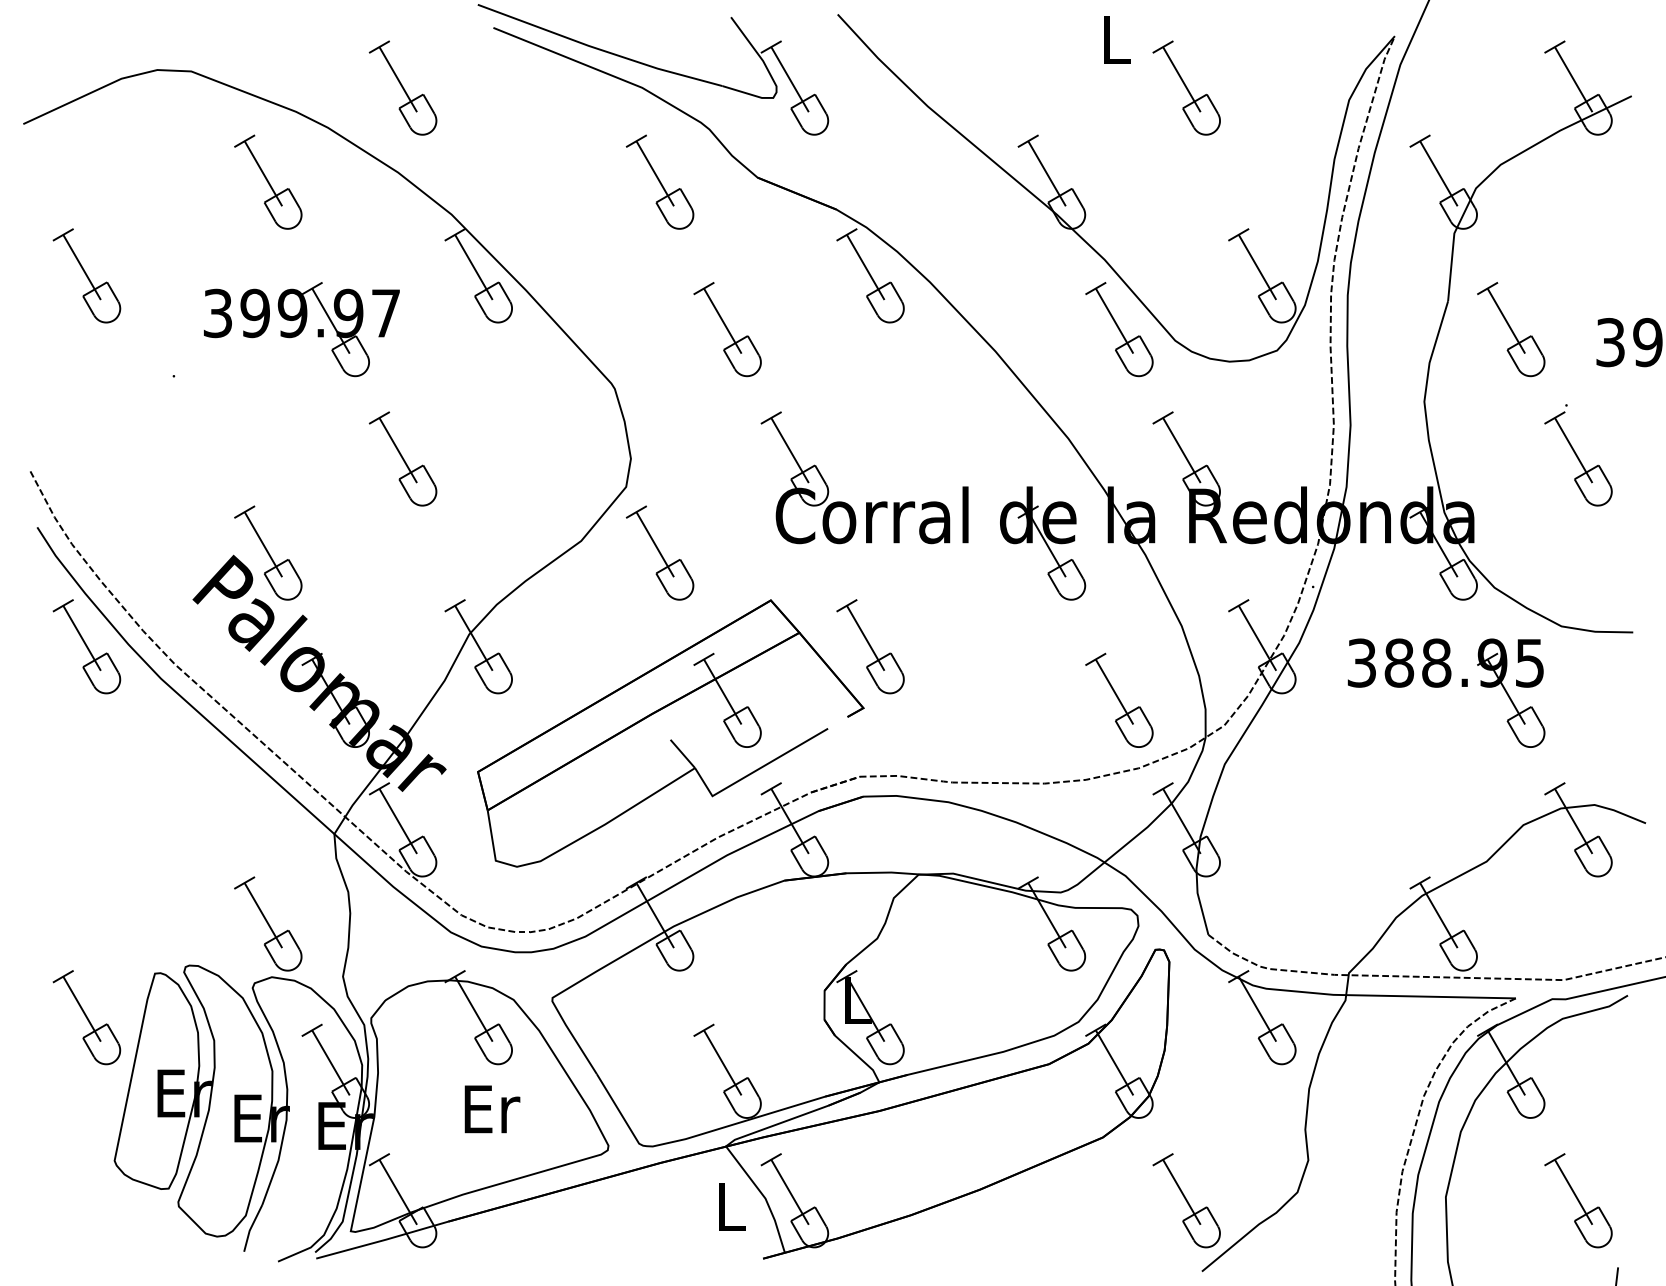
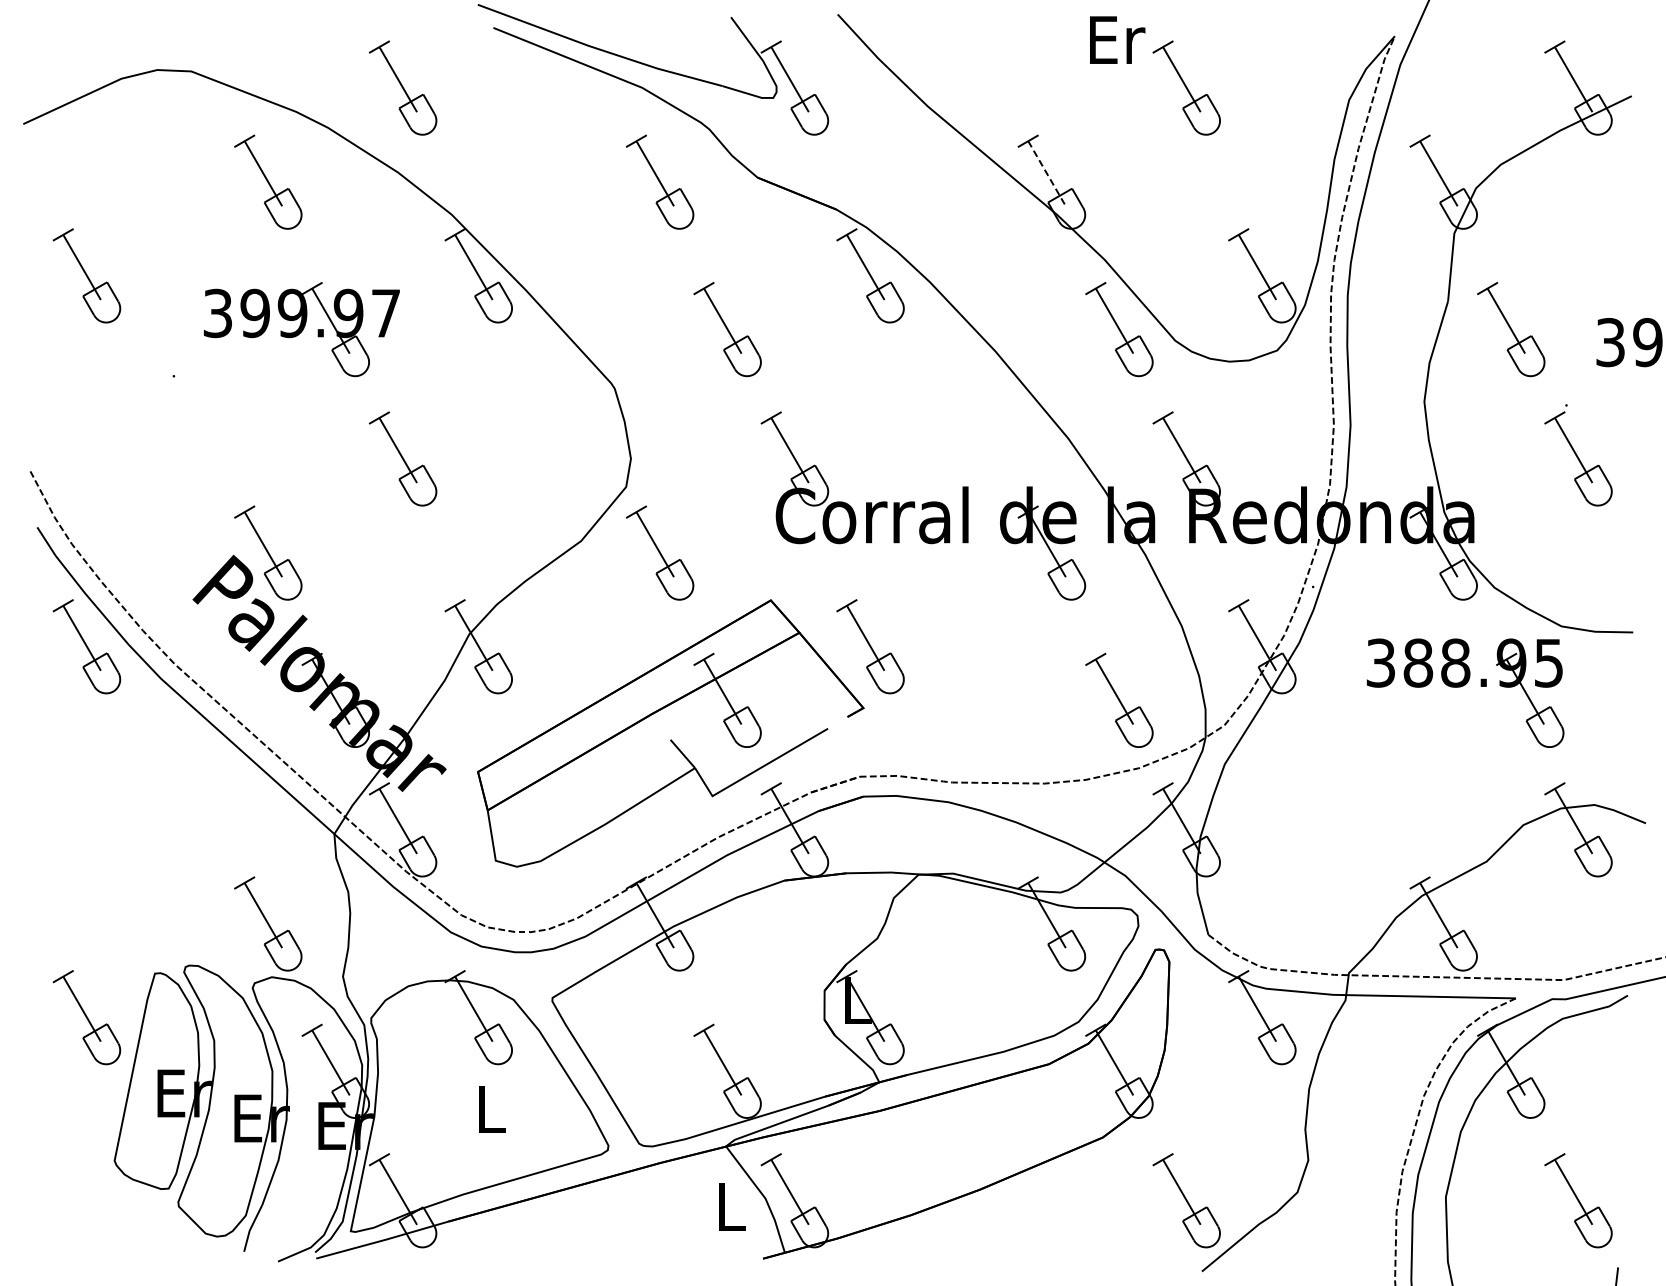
text at (1117, 39): L -> Er
line at (1047, 173): solid -> dashed
part at (1444, 686) position: (1444, 686) -> (1463, 686)
text at (492, 1109): Er -> L
